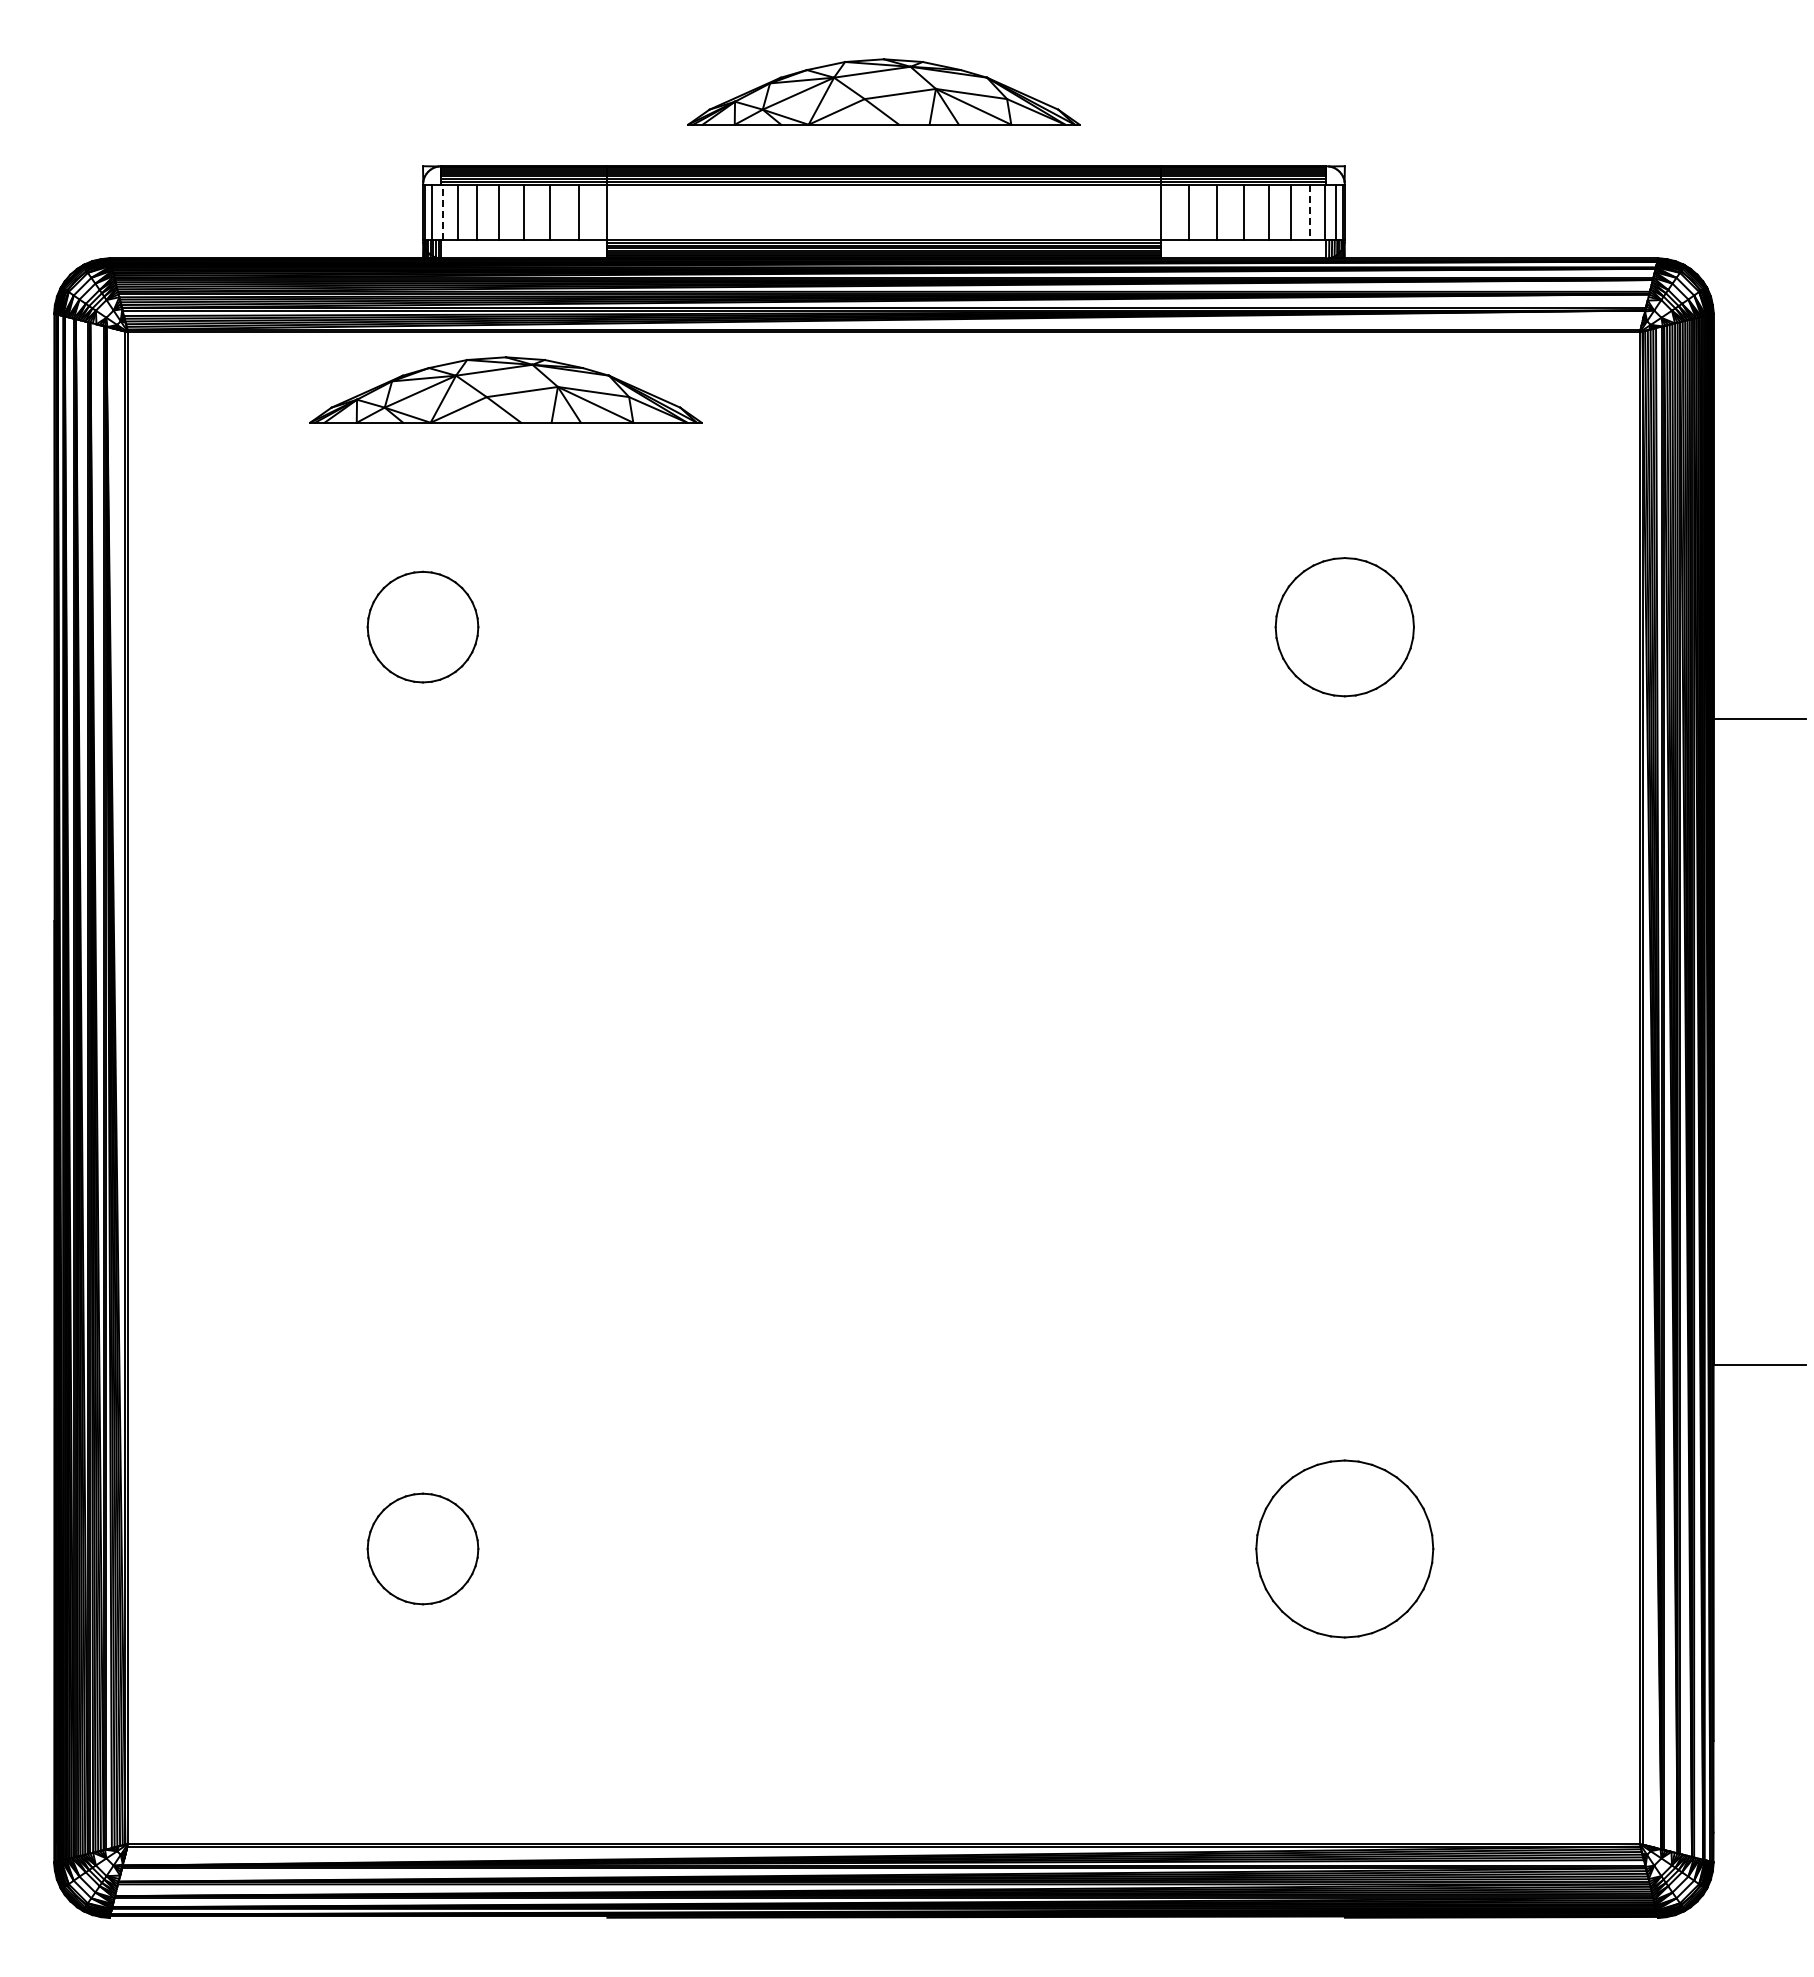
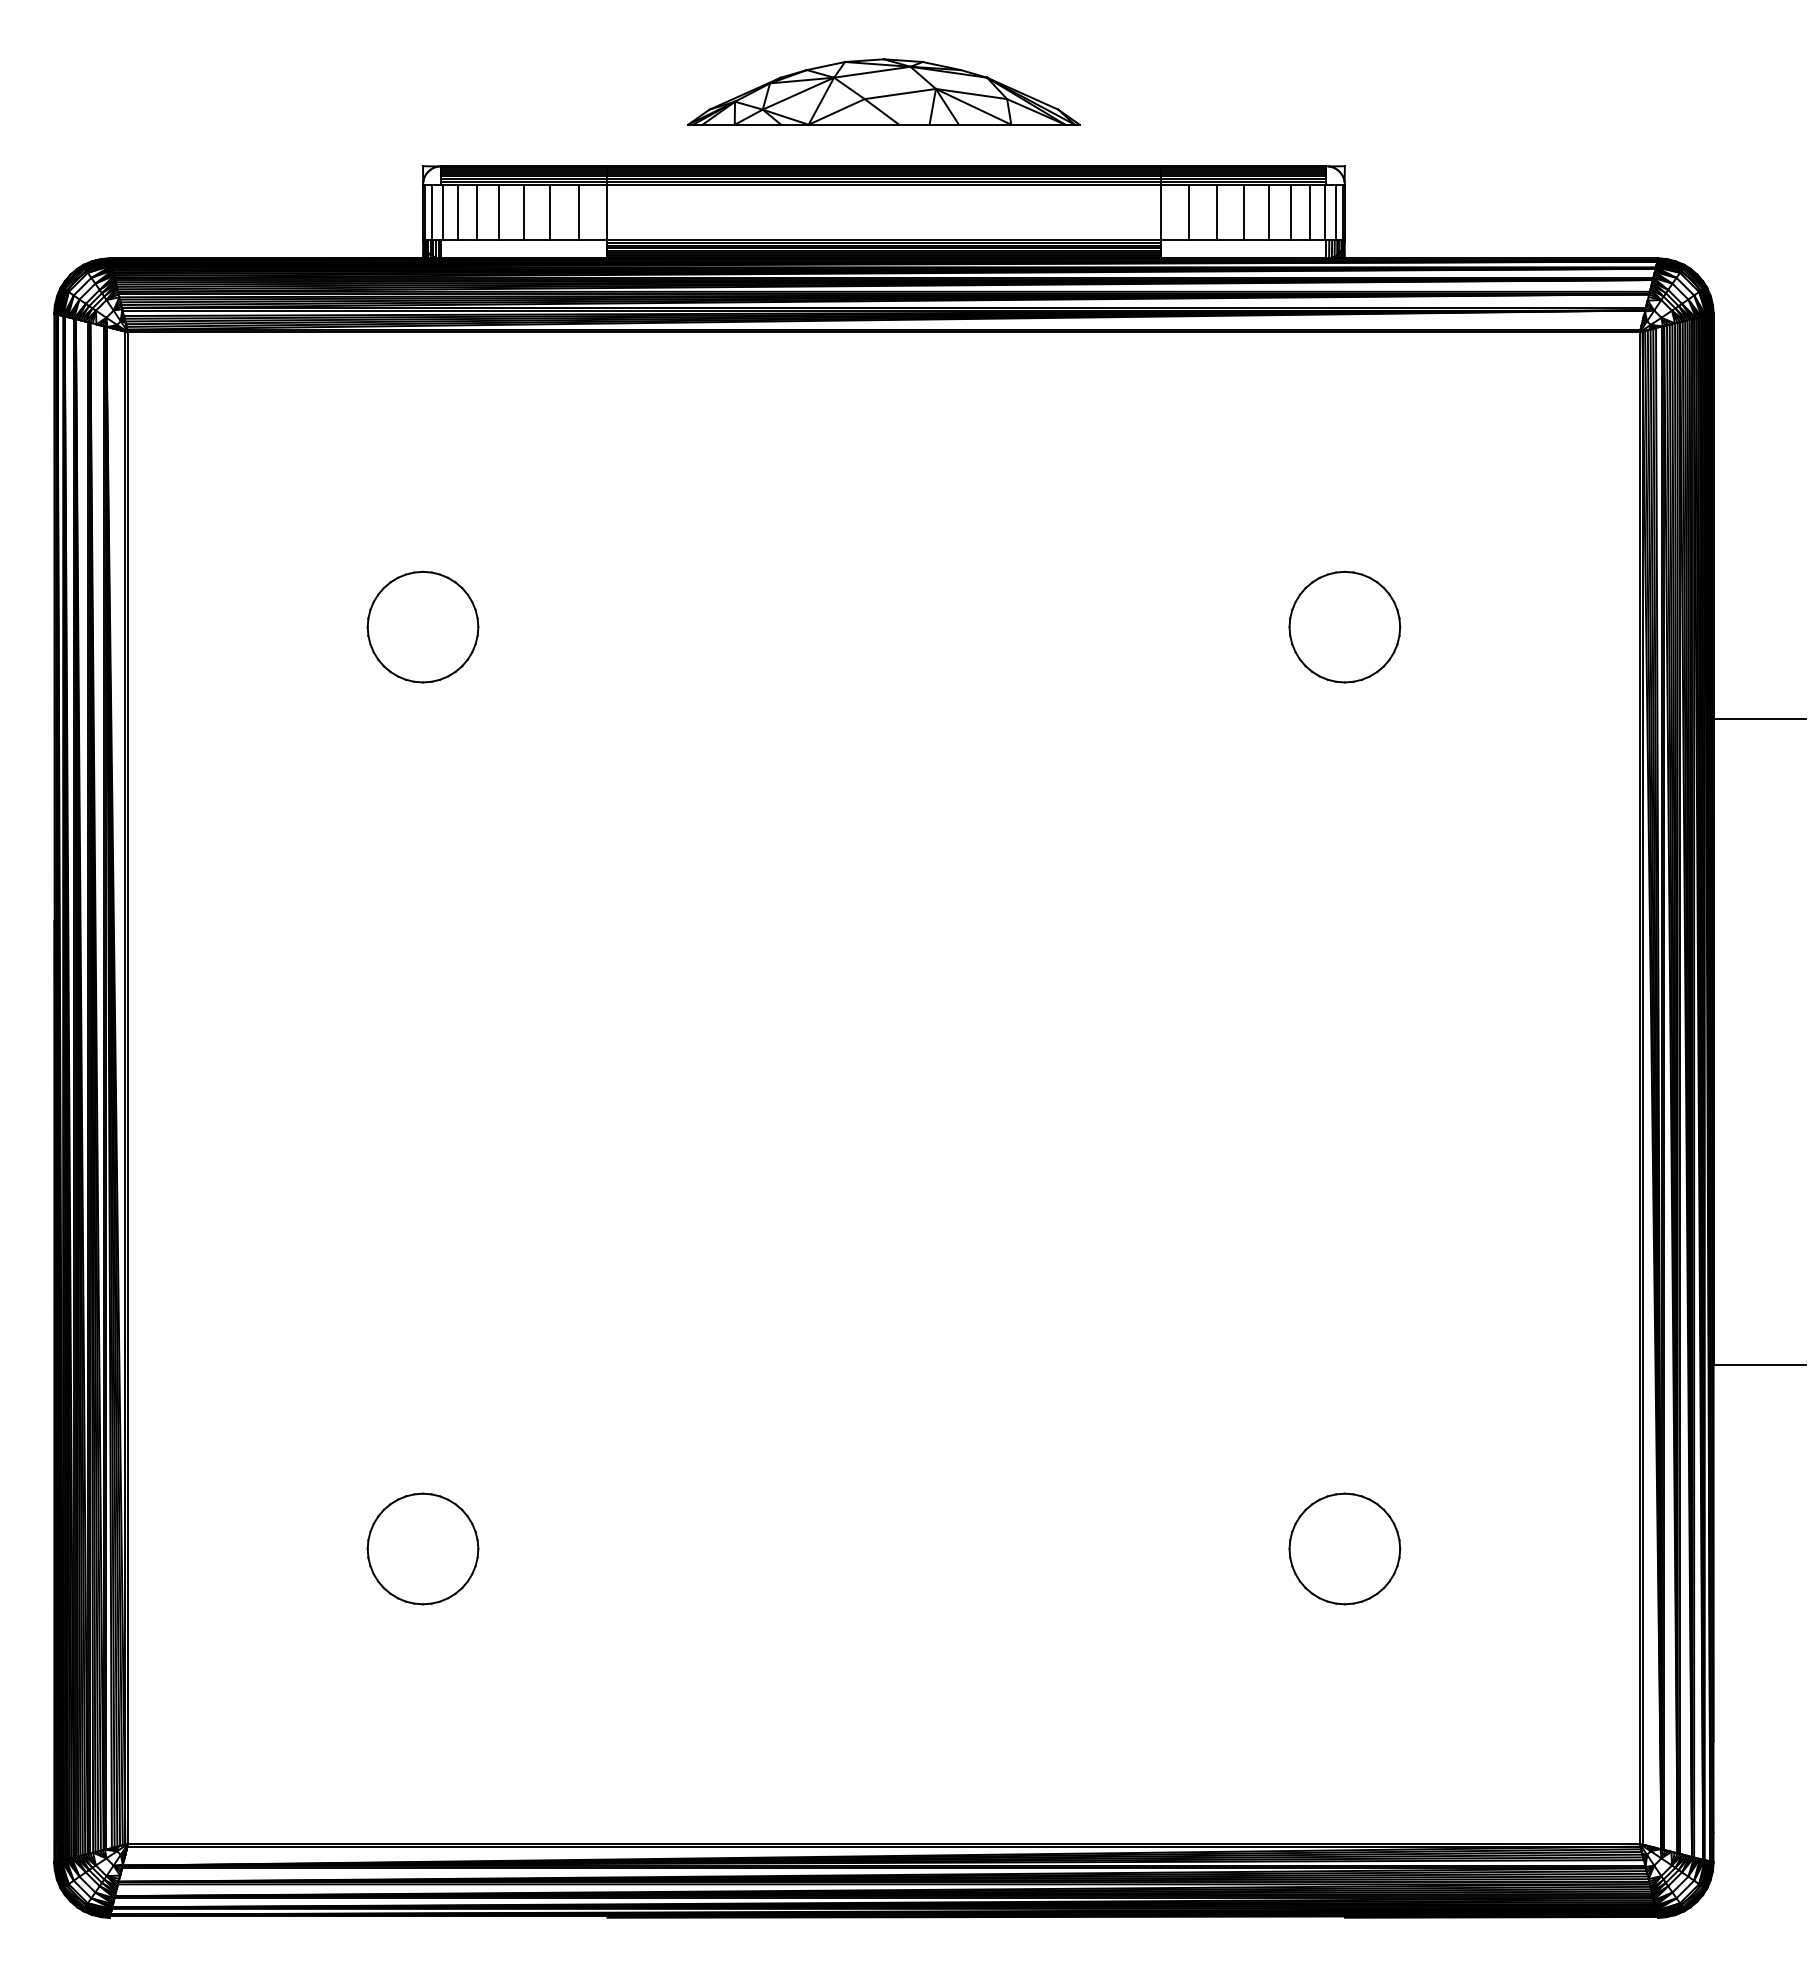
line at (443, 212): dashed -> solid
line at (1309, 212): dashed -> solid
part at (505, 389): present -> none
part at (1344, 627) size: 141x141 px -> 114x114 px
part at (1344, 1548) size: 180x180 px -> 114x114 px
